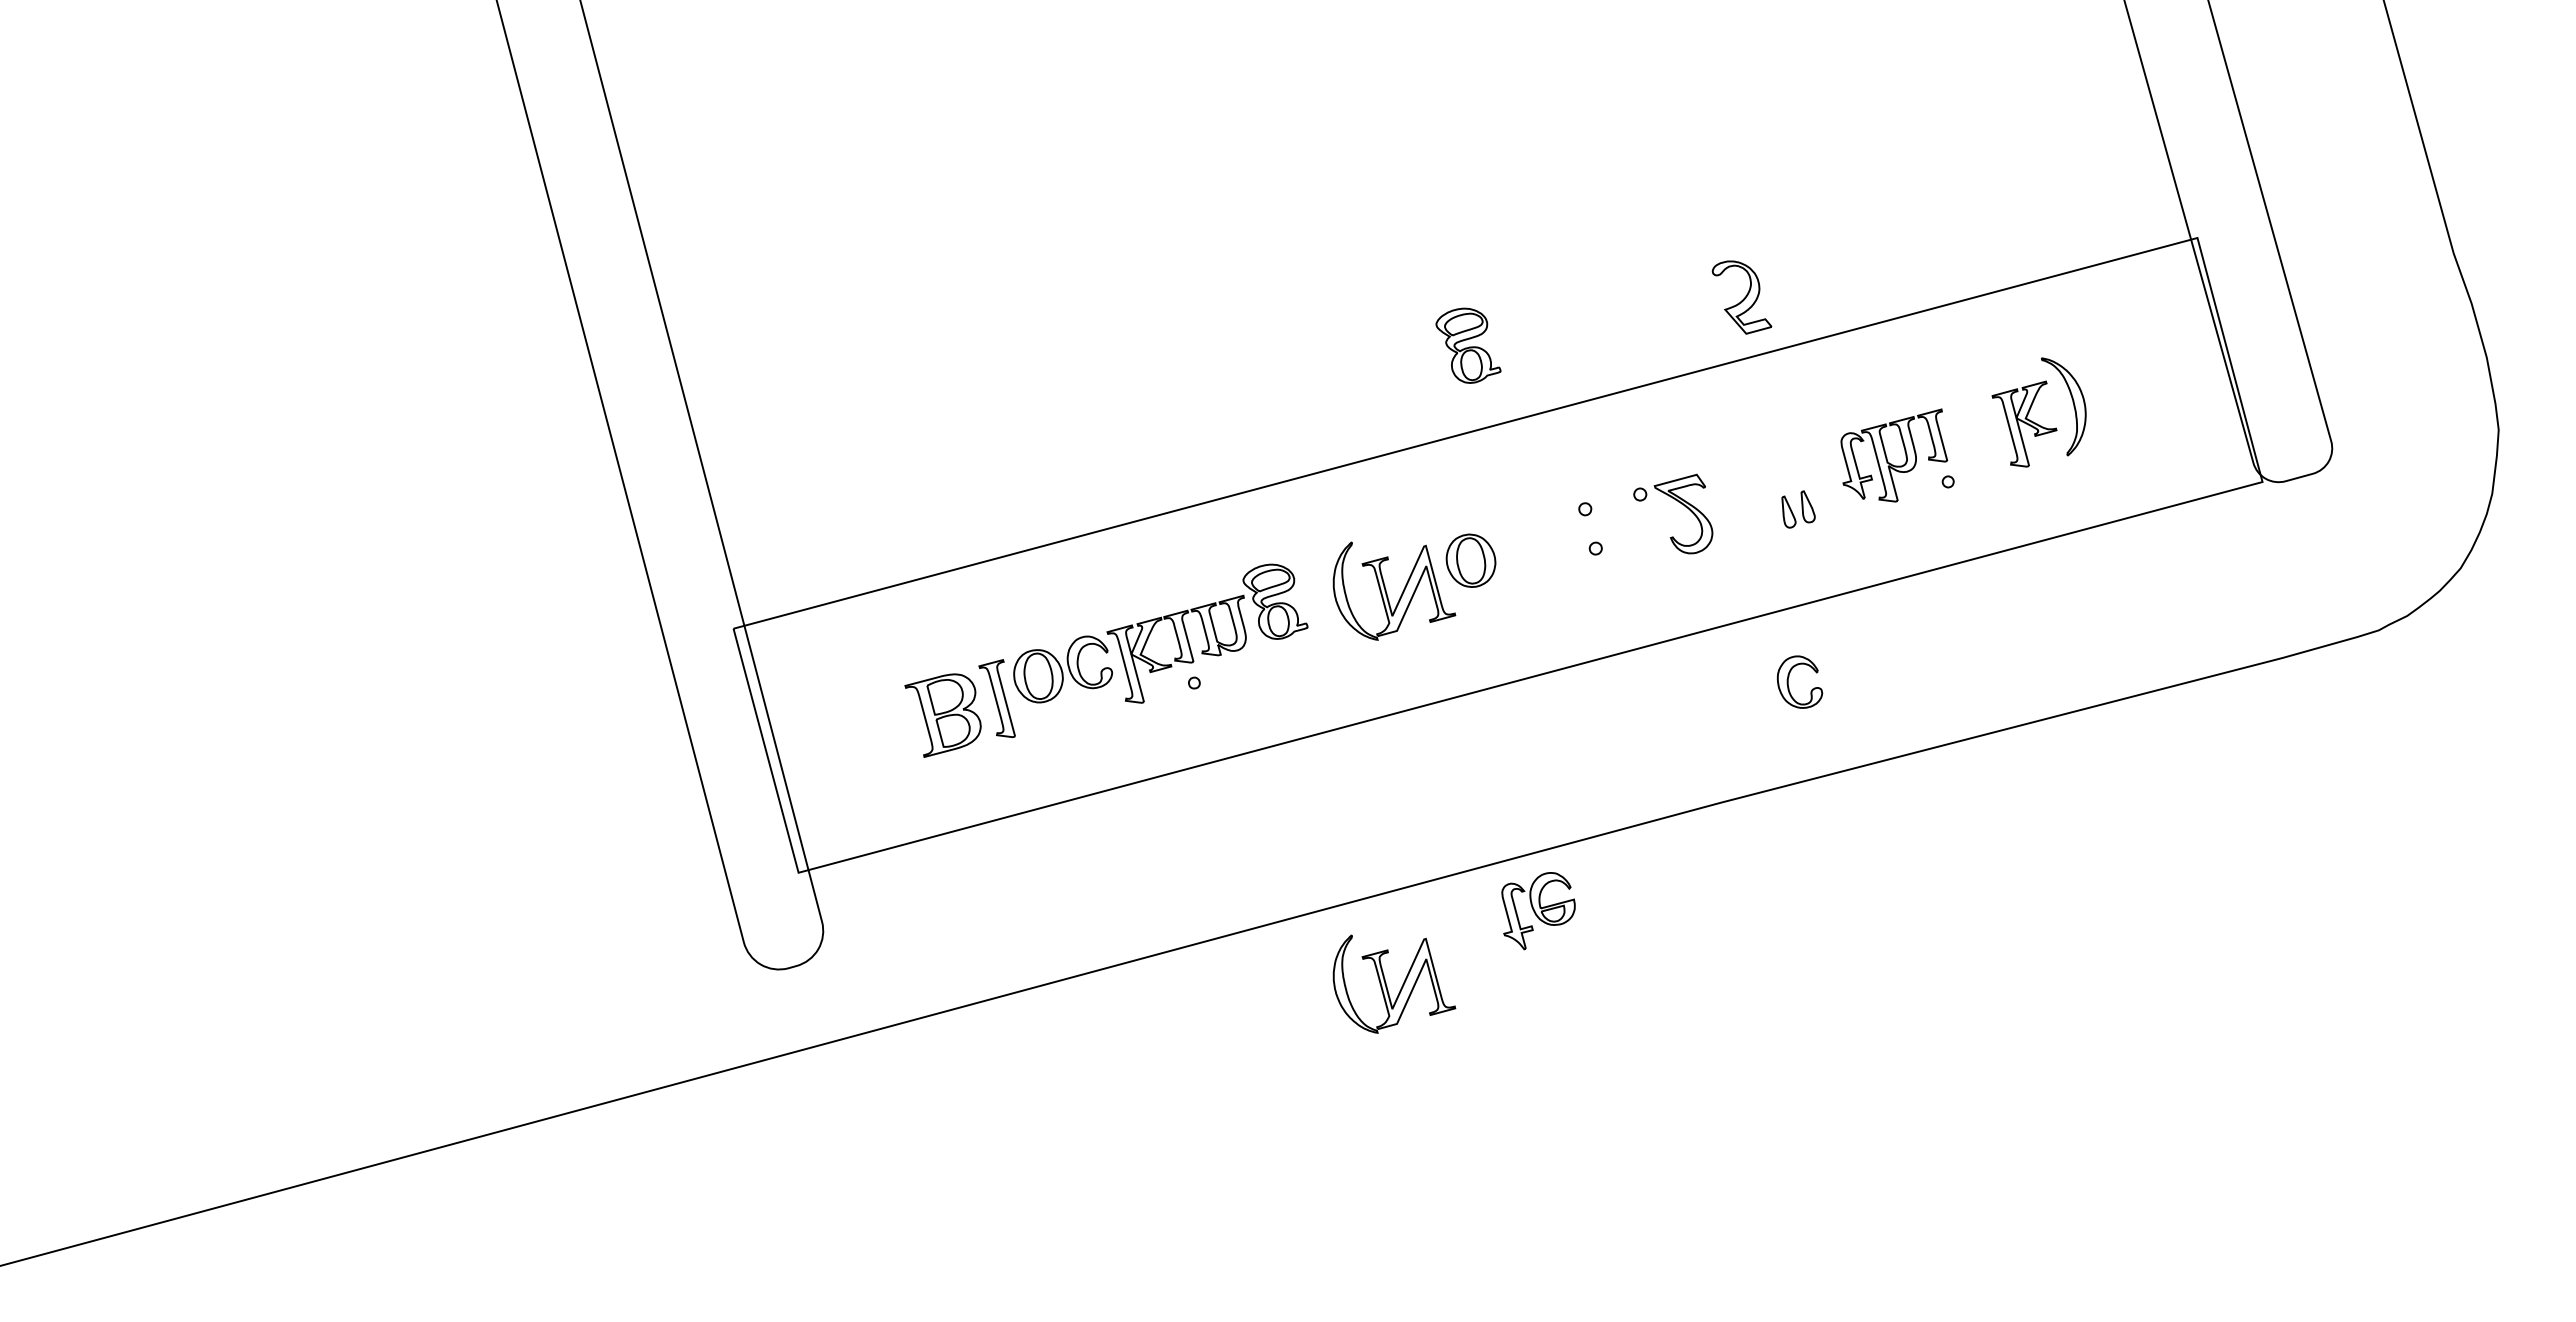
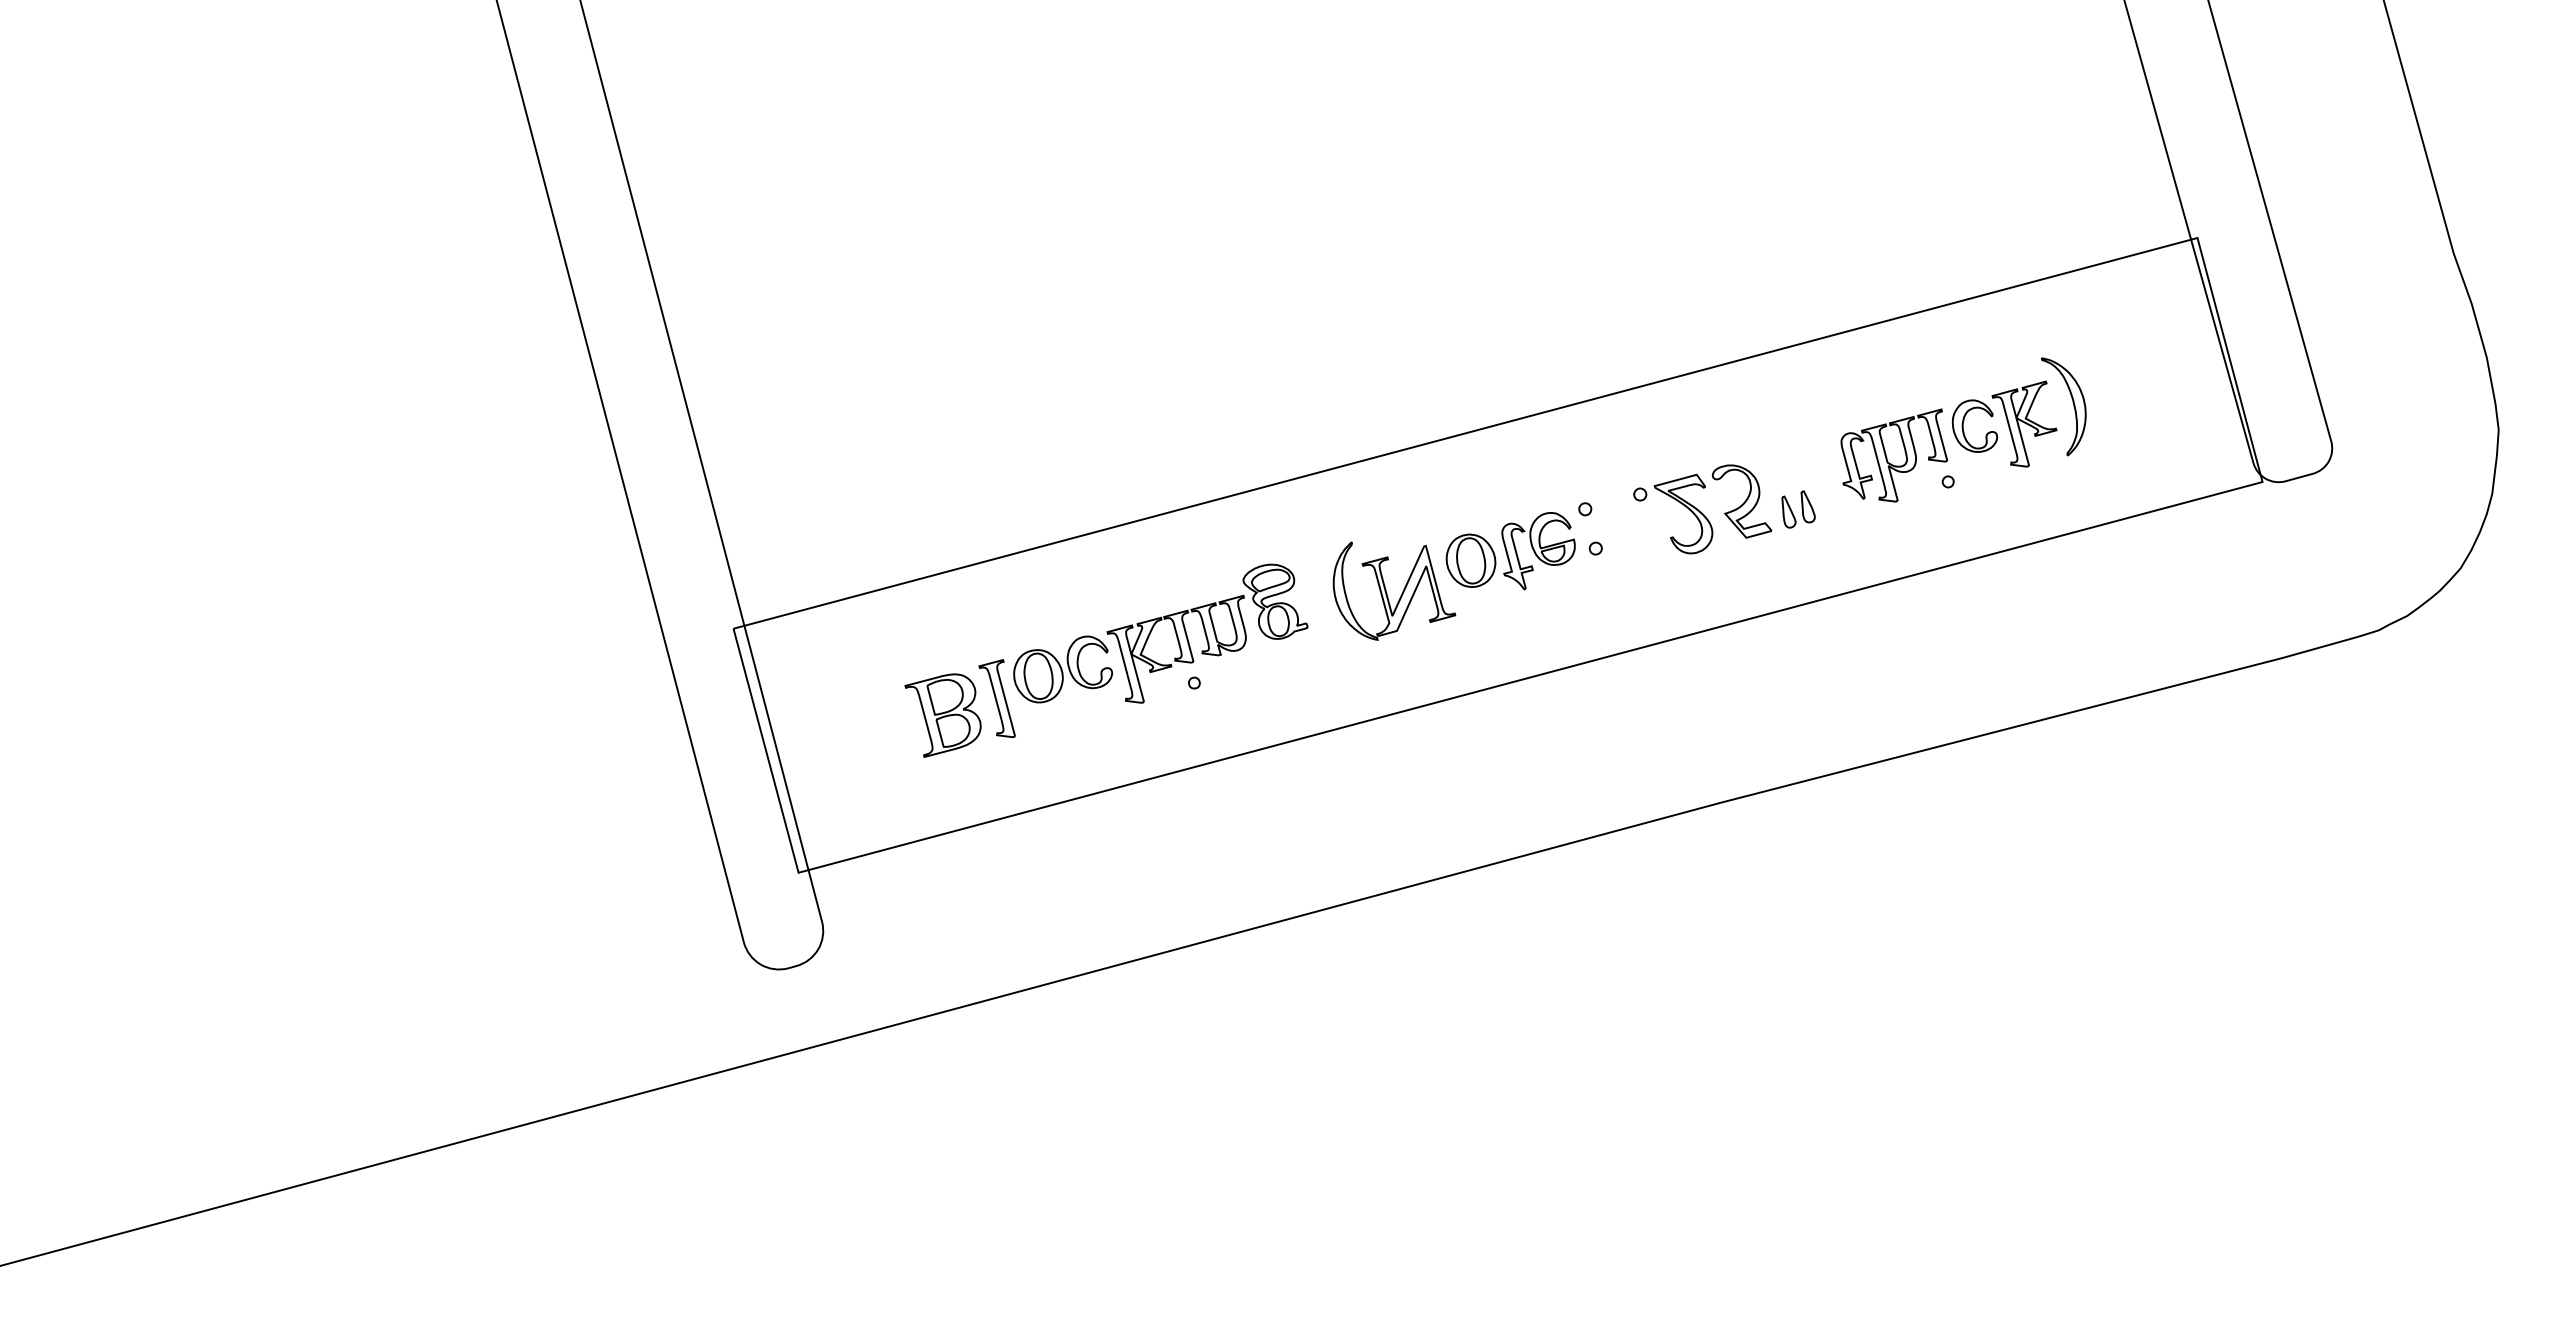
part at (1741, 297) position: (1741, 297) -> (1741, 501)
part at (1468, 345): present -> none
part at (1789, 677) position: (1789, 677) -> (1964, 421)
part at (1538, 911) position: (1538, 911) -> (1538, 551)
part at (1387, 986): present -> none
